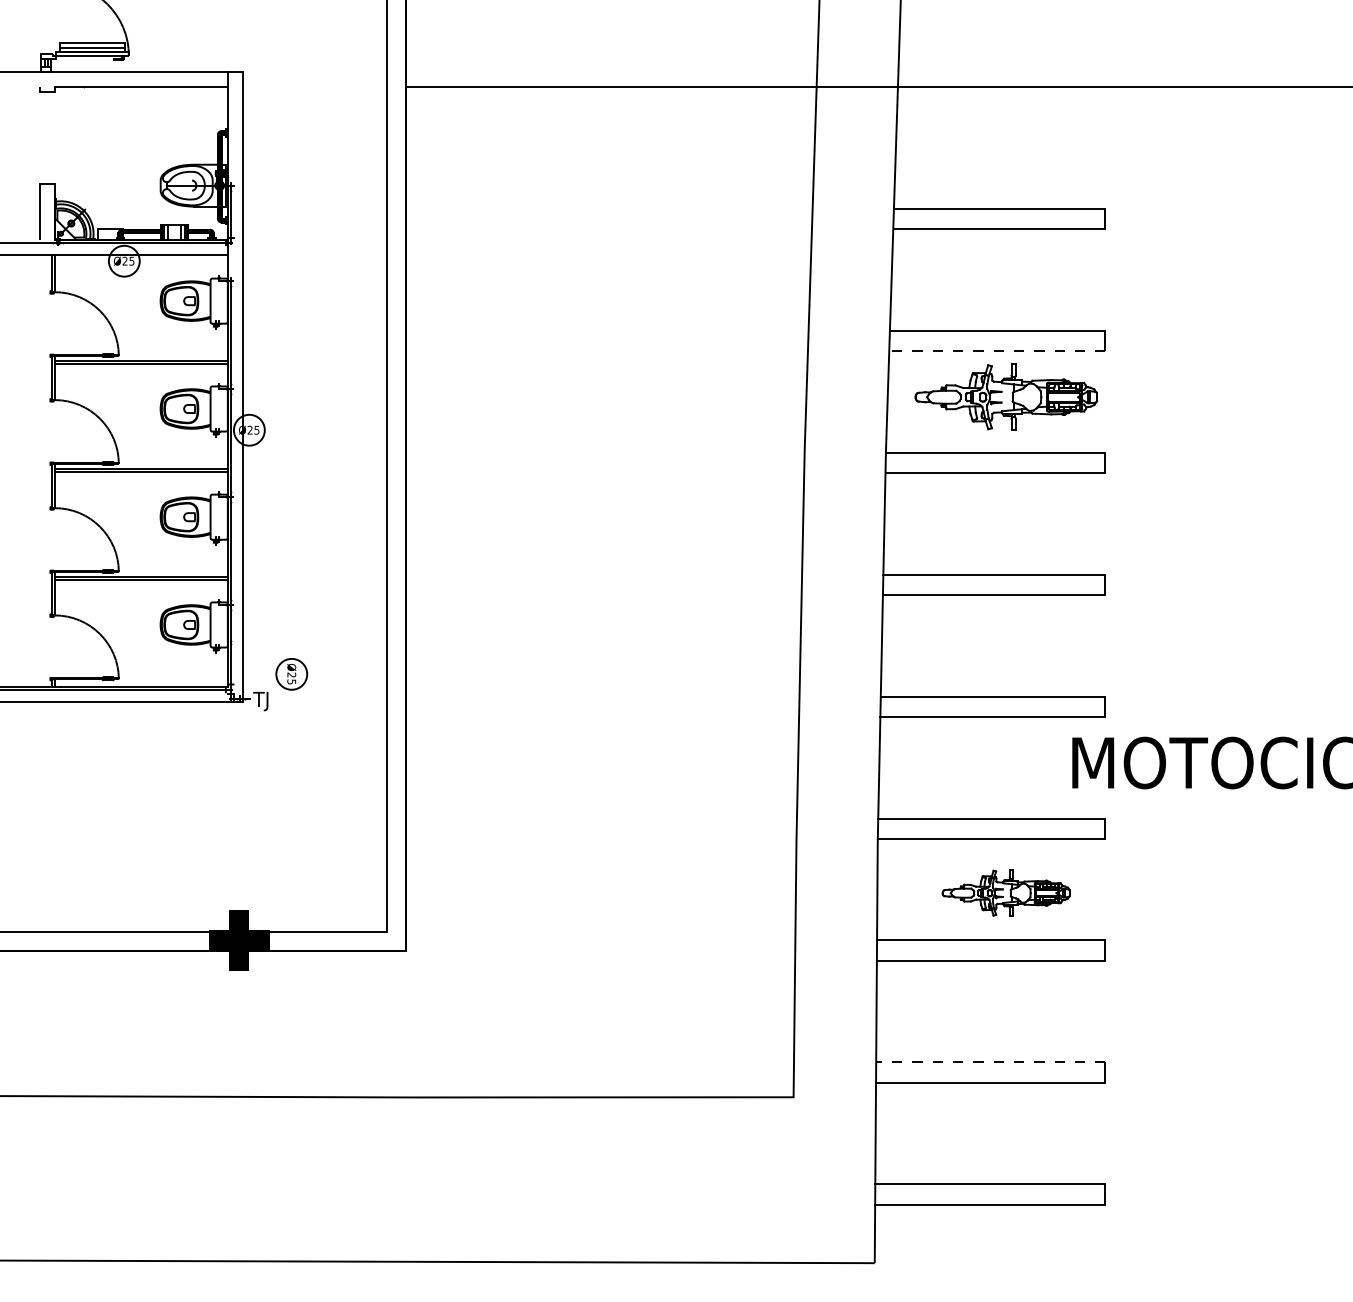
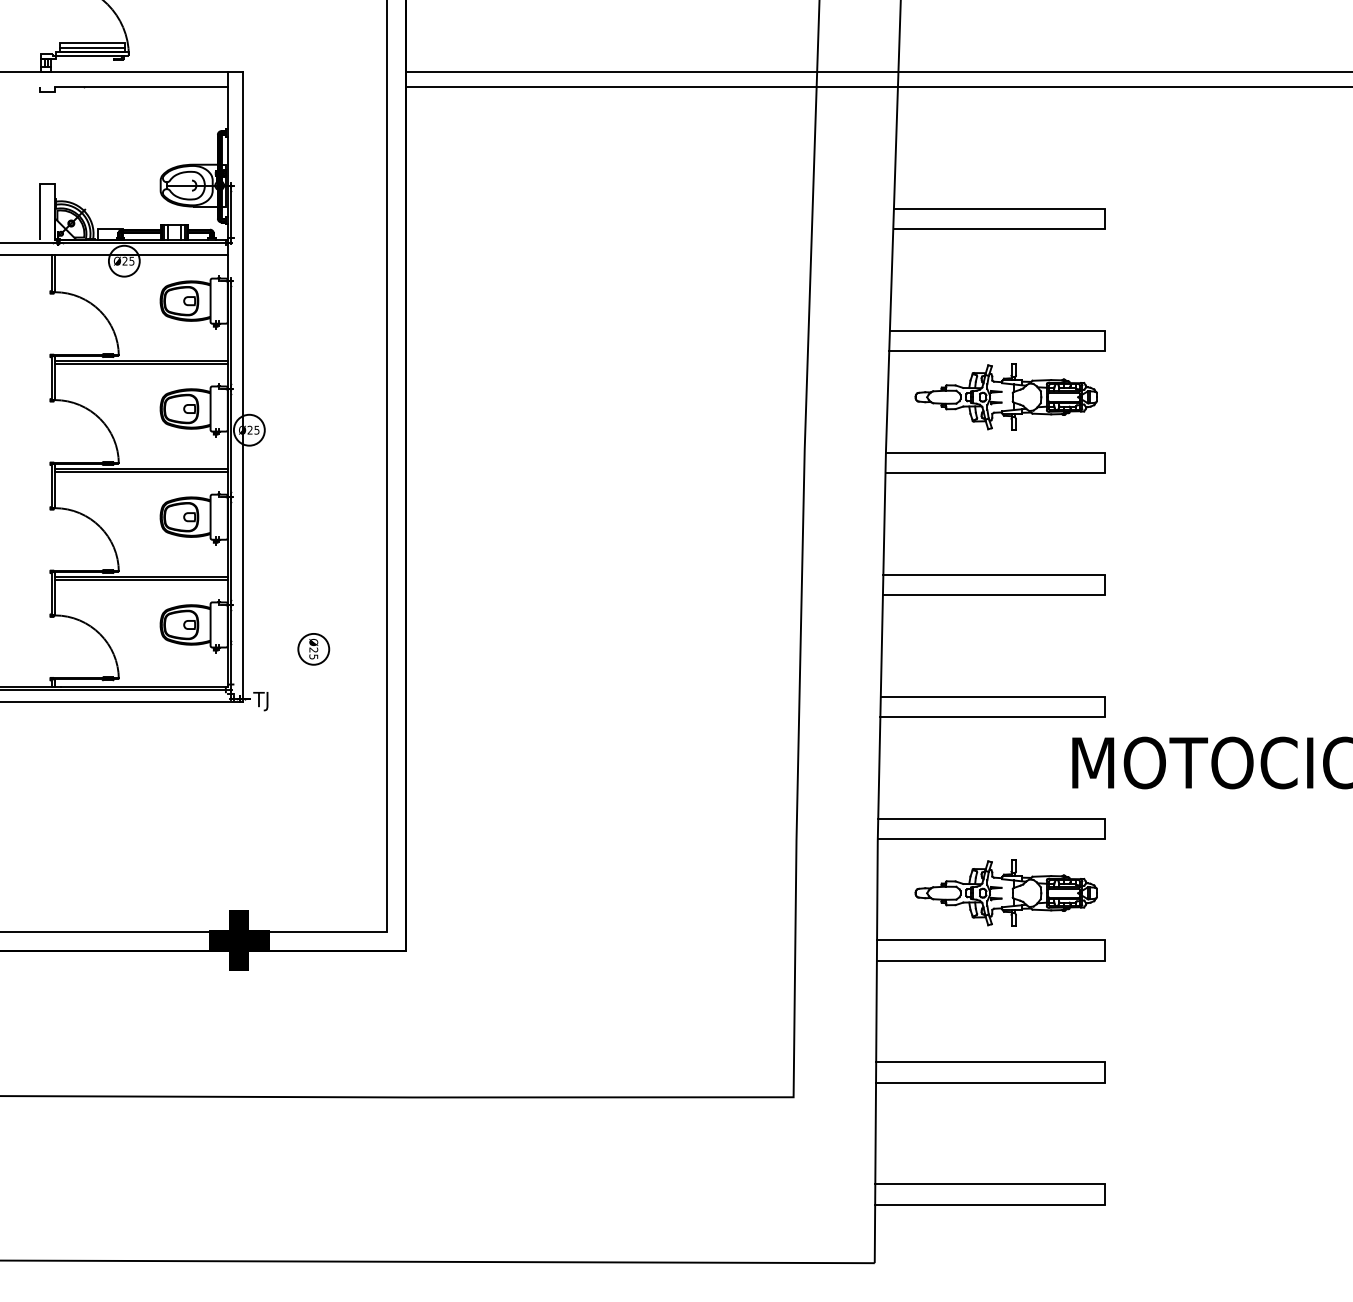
line at (877, 71): none -> present
line at (996, 351): dashed -> solid
part at (291, 674) position: (291, 674) -> (313, 649)
part at (1005, 892) size: 130x48 px -> 184x68 px
line at (990, 1062): dashed -> solid
